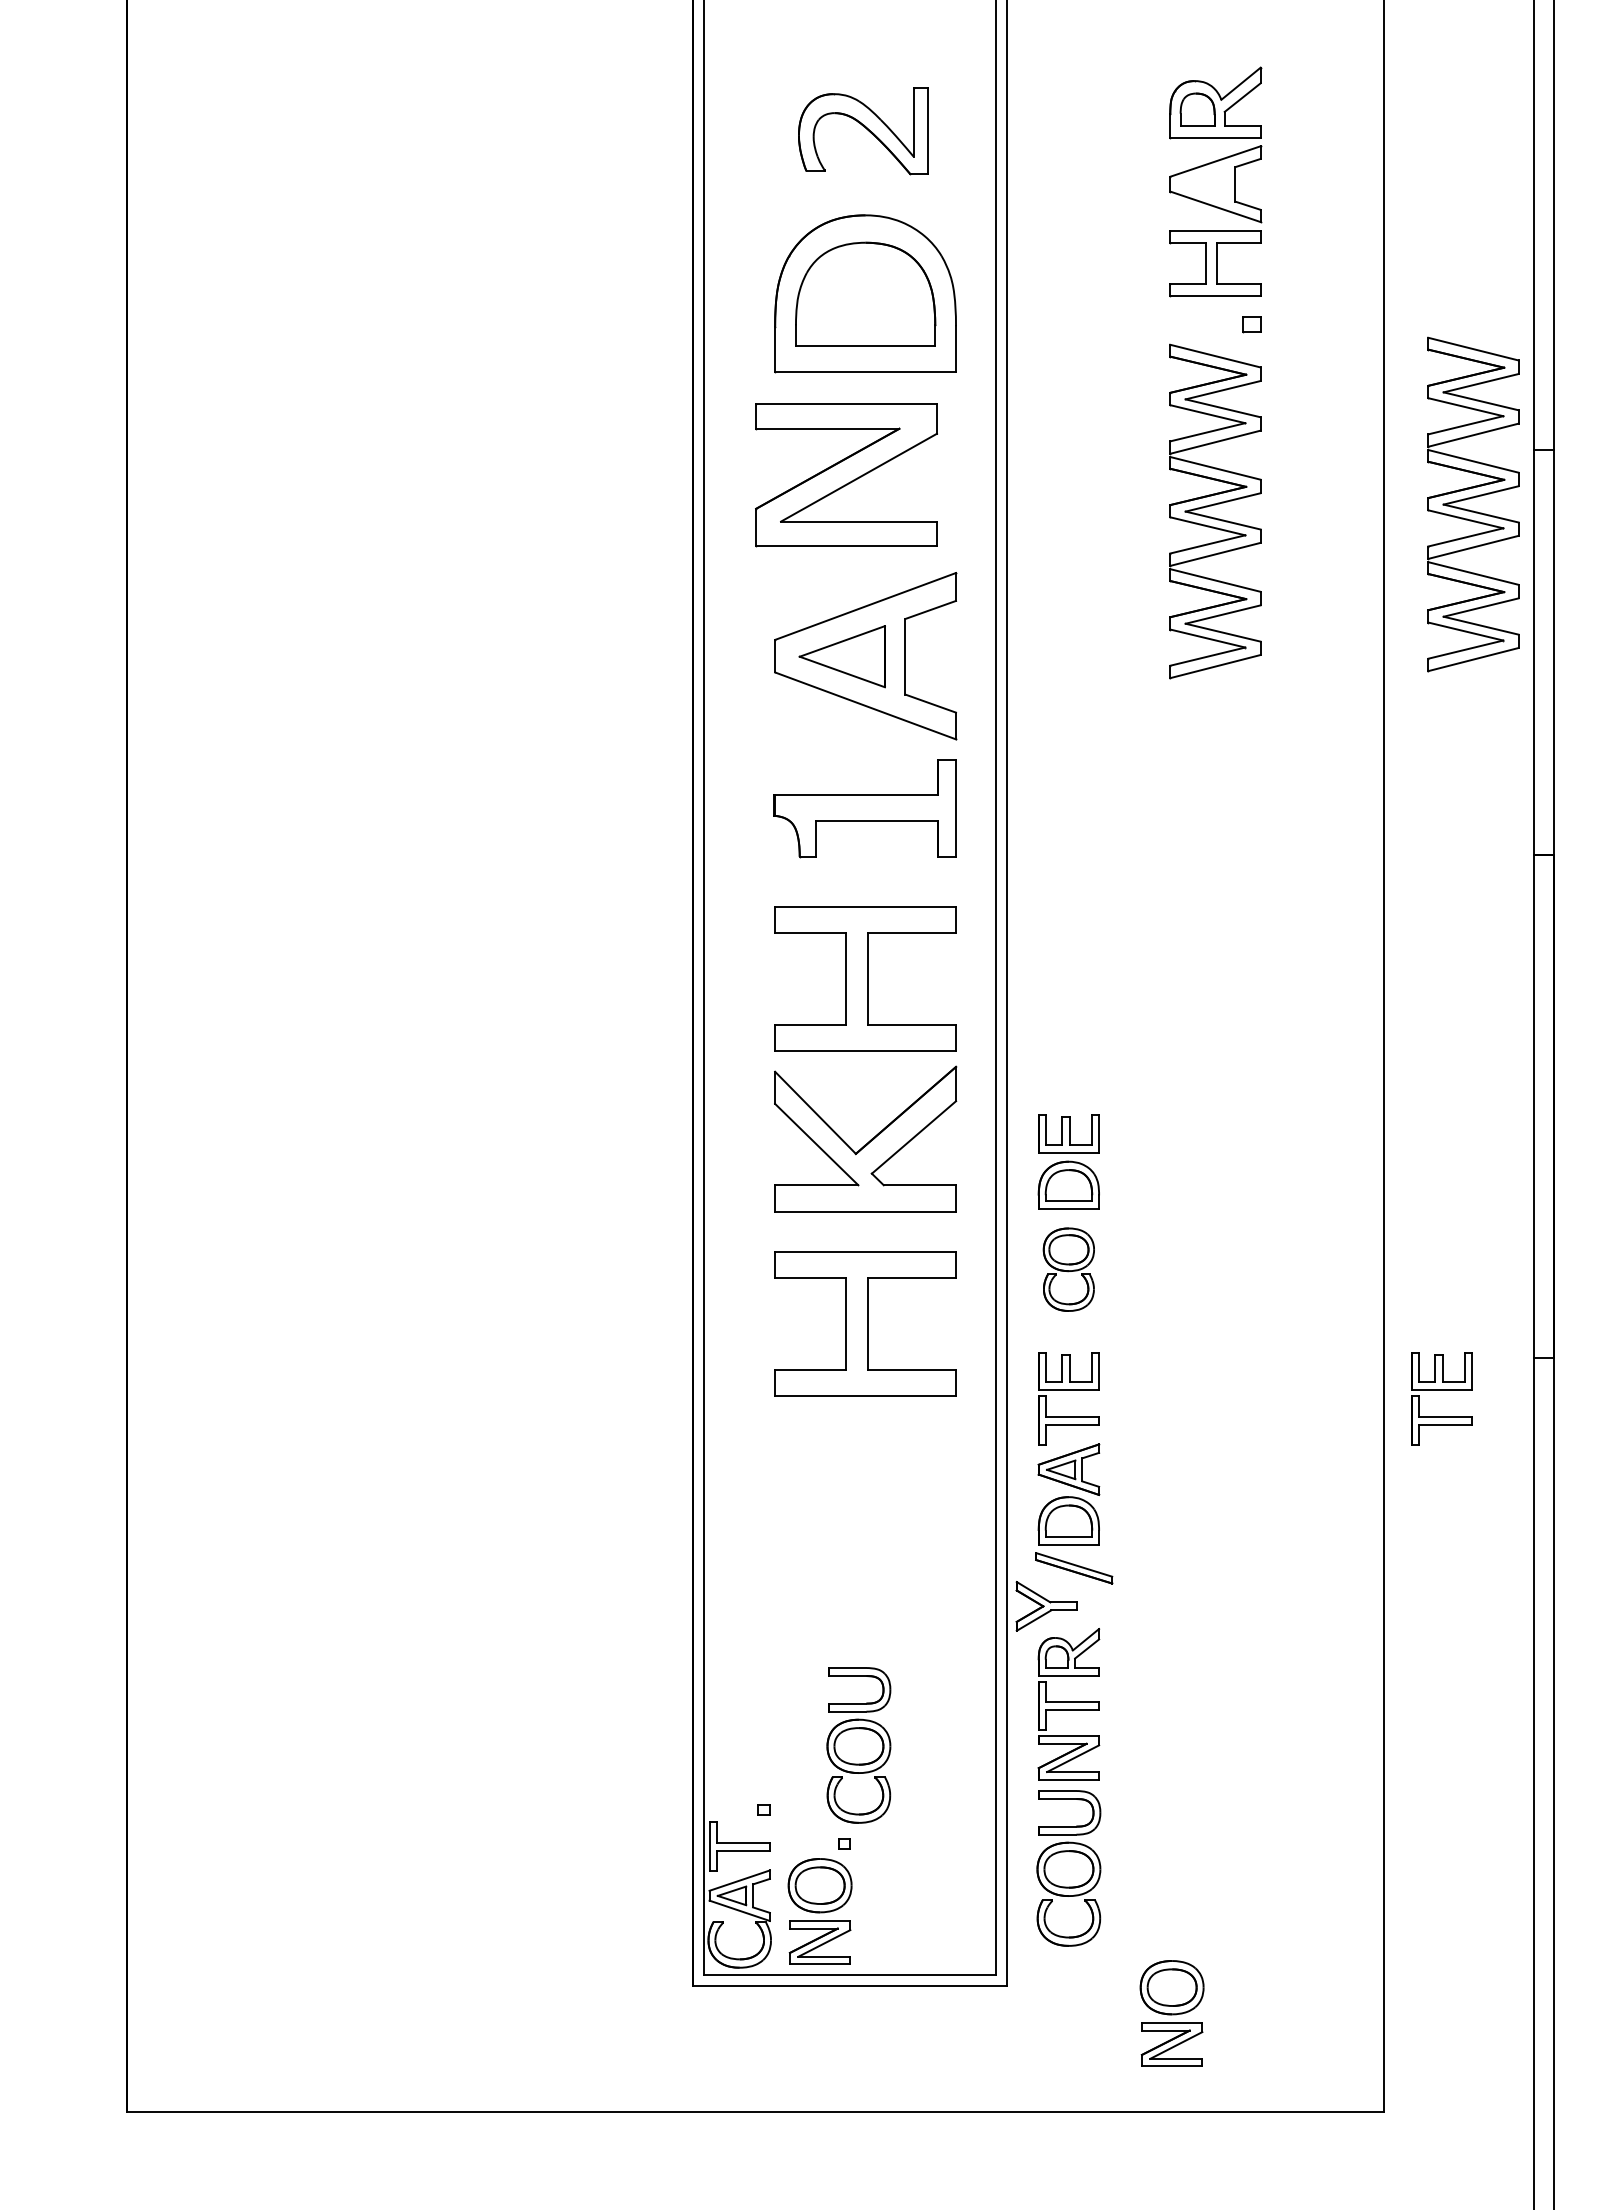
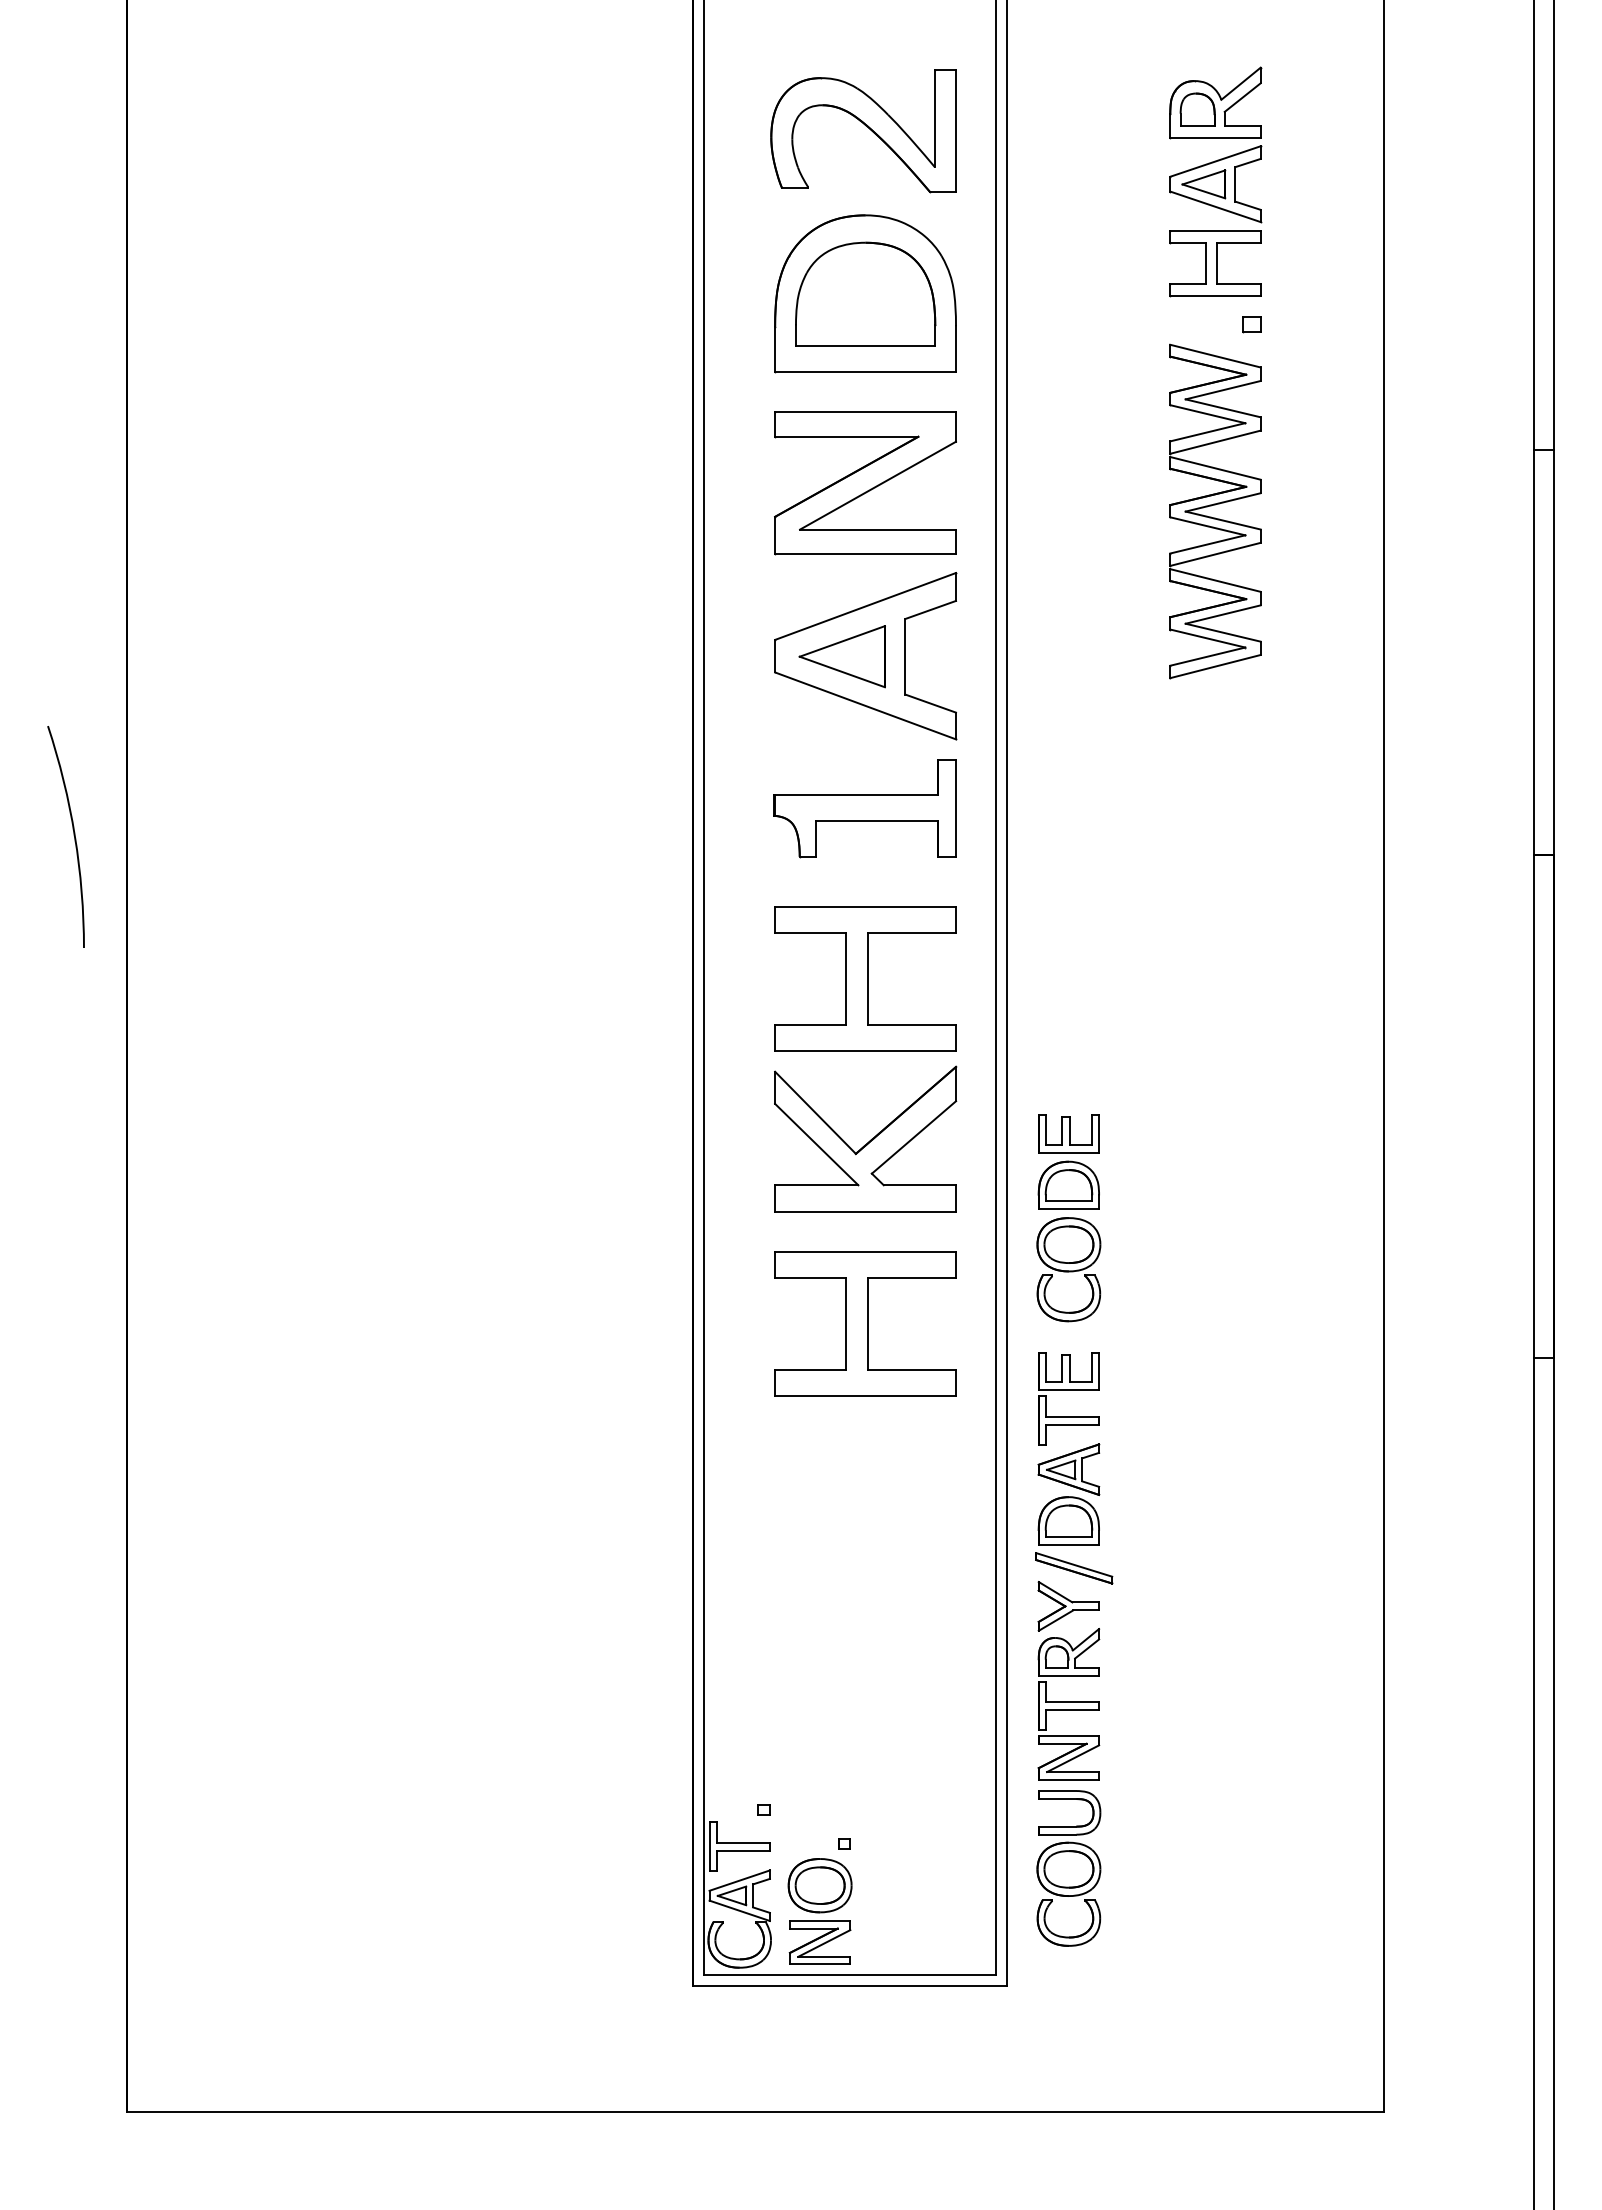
part at (863, 131) size: 131x89 px -> 187x125 px
part at (1203, 184): none -> present
part at (846, 475) position: (846, 475) -> (865, 483)
part at (1473, 504): present -> none
curve at (73, 835): none -> present
part at (1068, 1269) size: 53x85 px -> 66x106 px
part at (1441, 1390): present -> none
part at (1046, 1606) position: (1046, 1606) -> (1068, 1606)
part at (858, 1745): present -> none
part at (1171, 2013): present -> none
